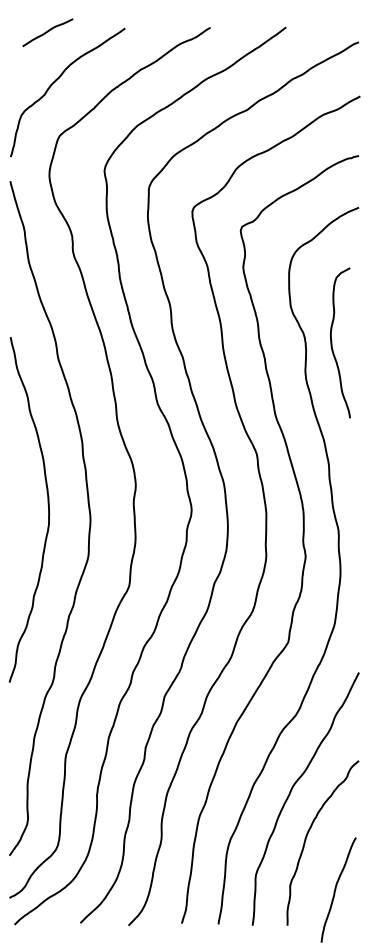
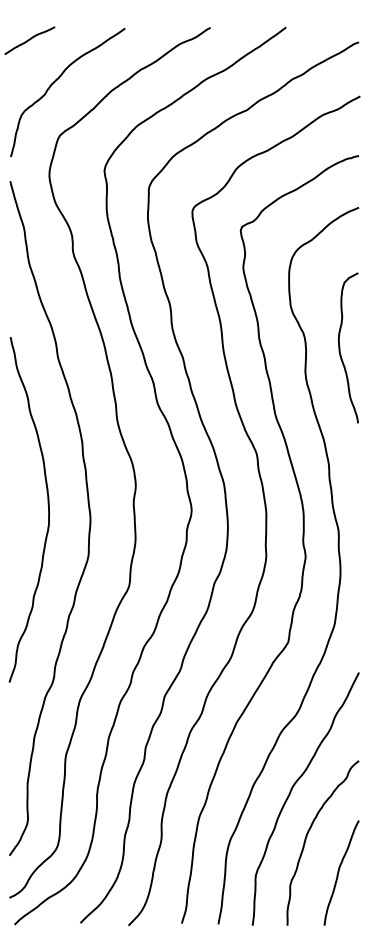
curve at (47, 32) position: (47, 32) -> (29, 40)
curve at (332, 342) position: (332, 342) -> (340, 347)
curve at (336, 889) position: (336, 889) -> (339, 872)
